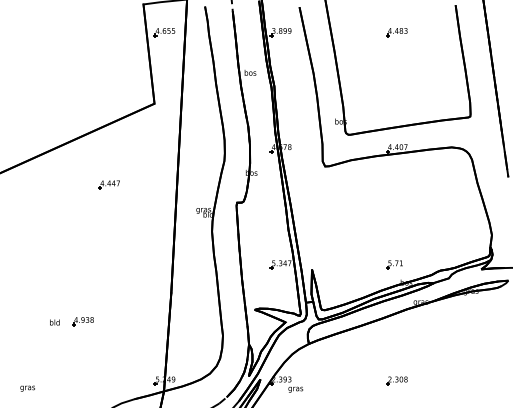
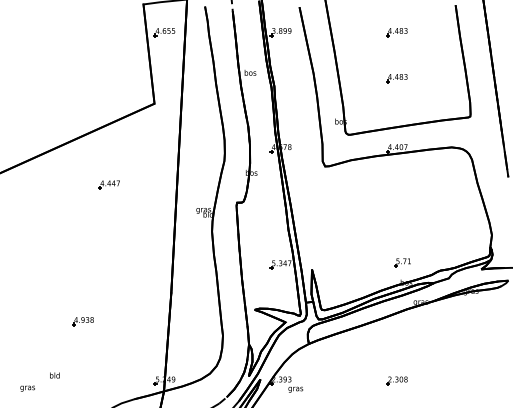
part at (396, 78): none -> present
part at (394, 264) position: (394, 264) -> (402, 262)
text at (54, 322) position: (54, 322) -> (54, 375)
